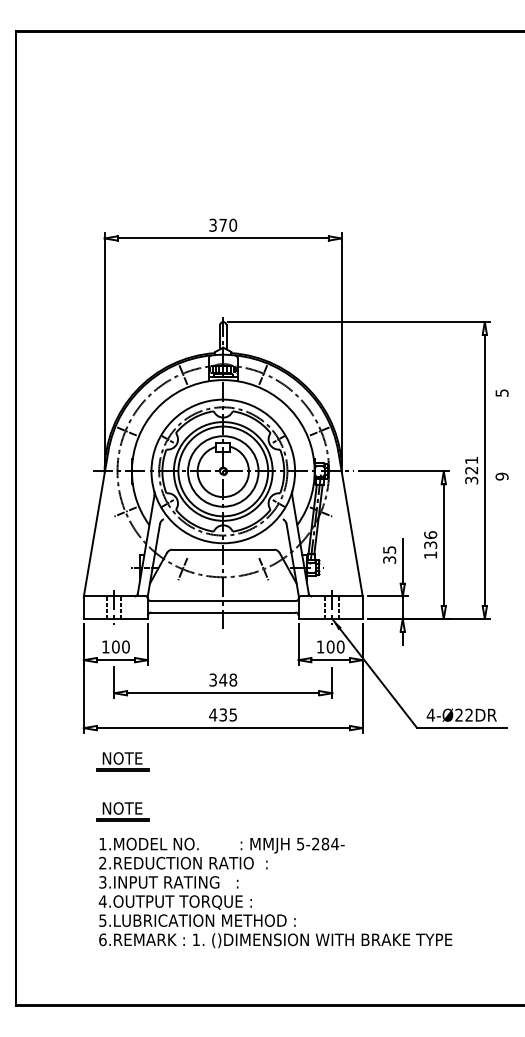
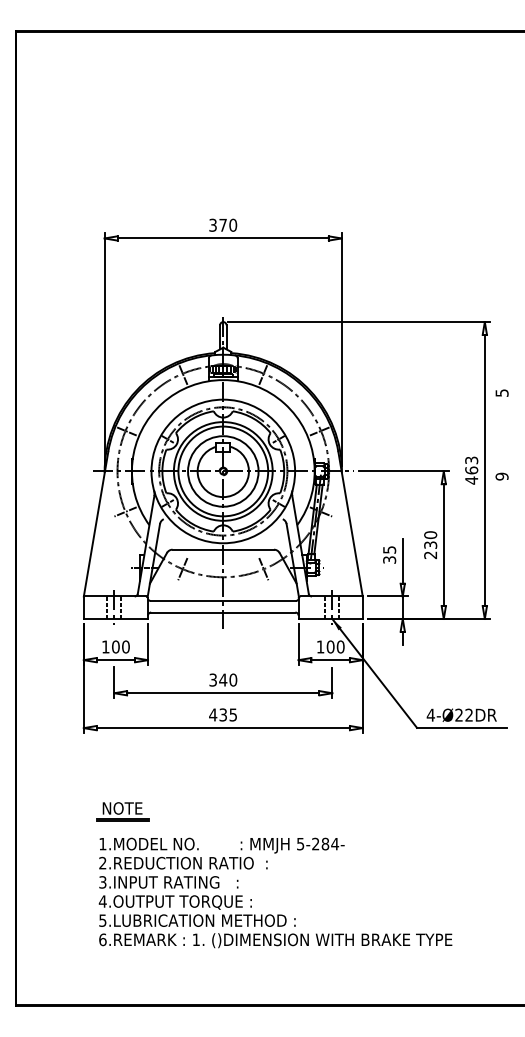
text at (471, 470): 321 -> 463
text at (430, 545): 136 -> 230
text at (233, 679): 348 -> 340
part at (122, 761): present -> none
